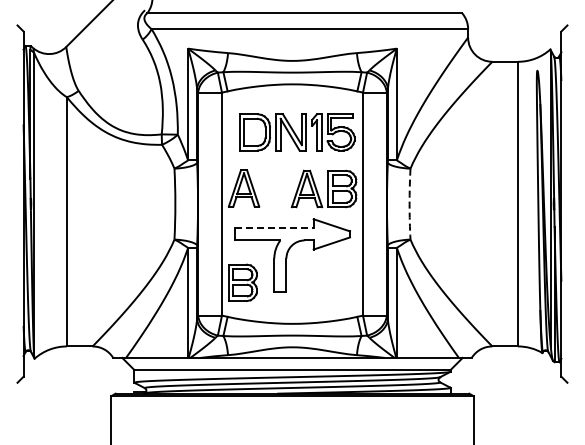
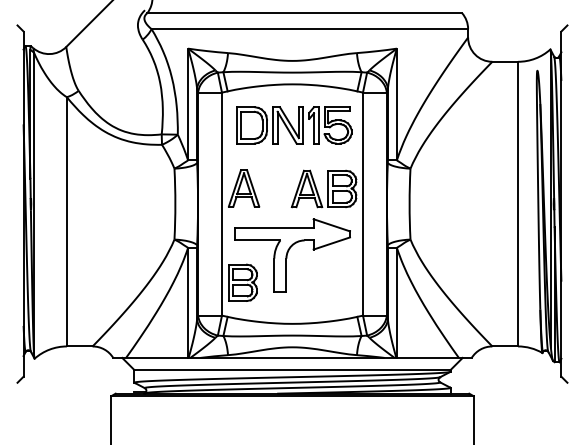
part at (297, 132) position: (297, 132) -> (294, 125)
arc at (409, 204): dashed -> solid
line at (274, 228): dashed -> solid
